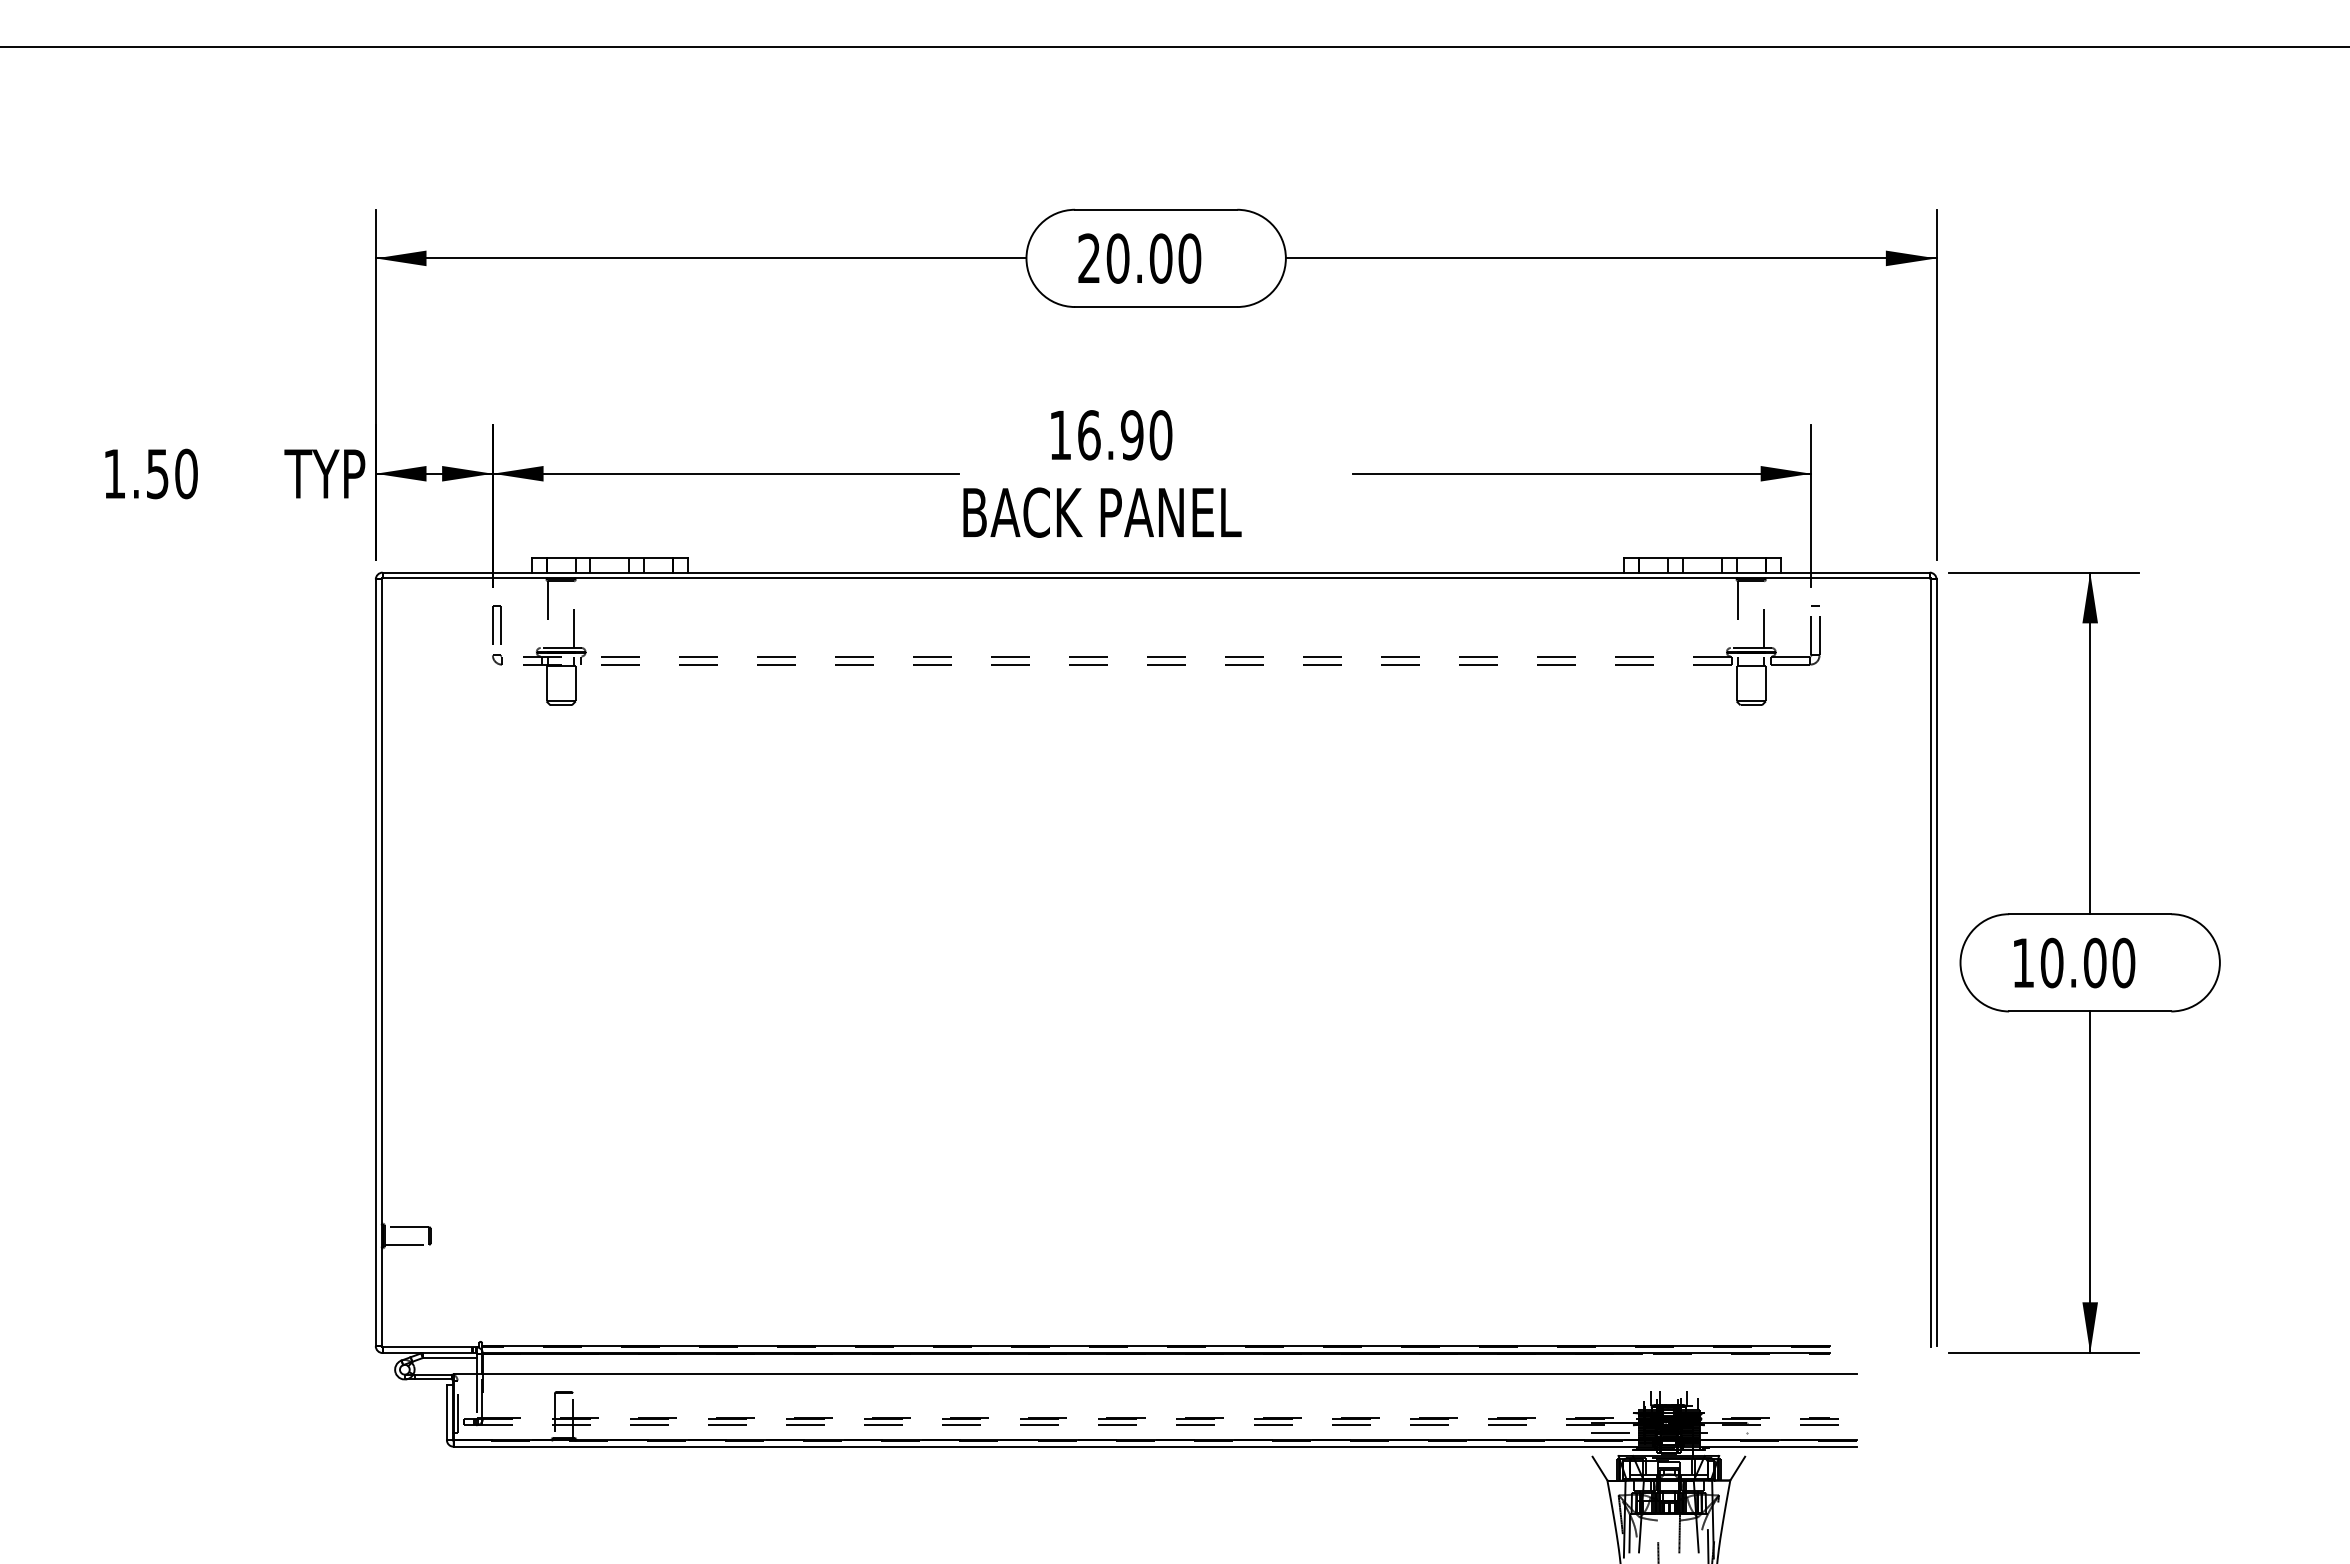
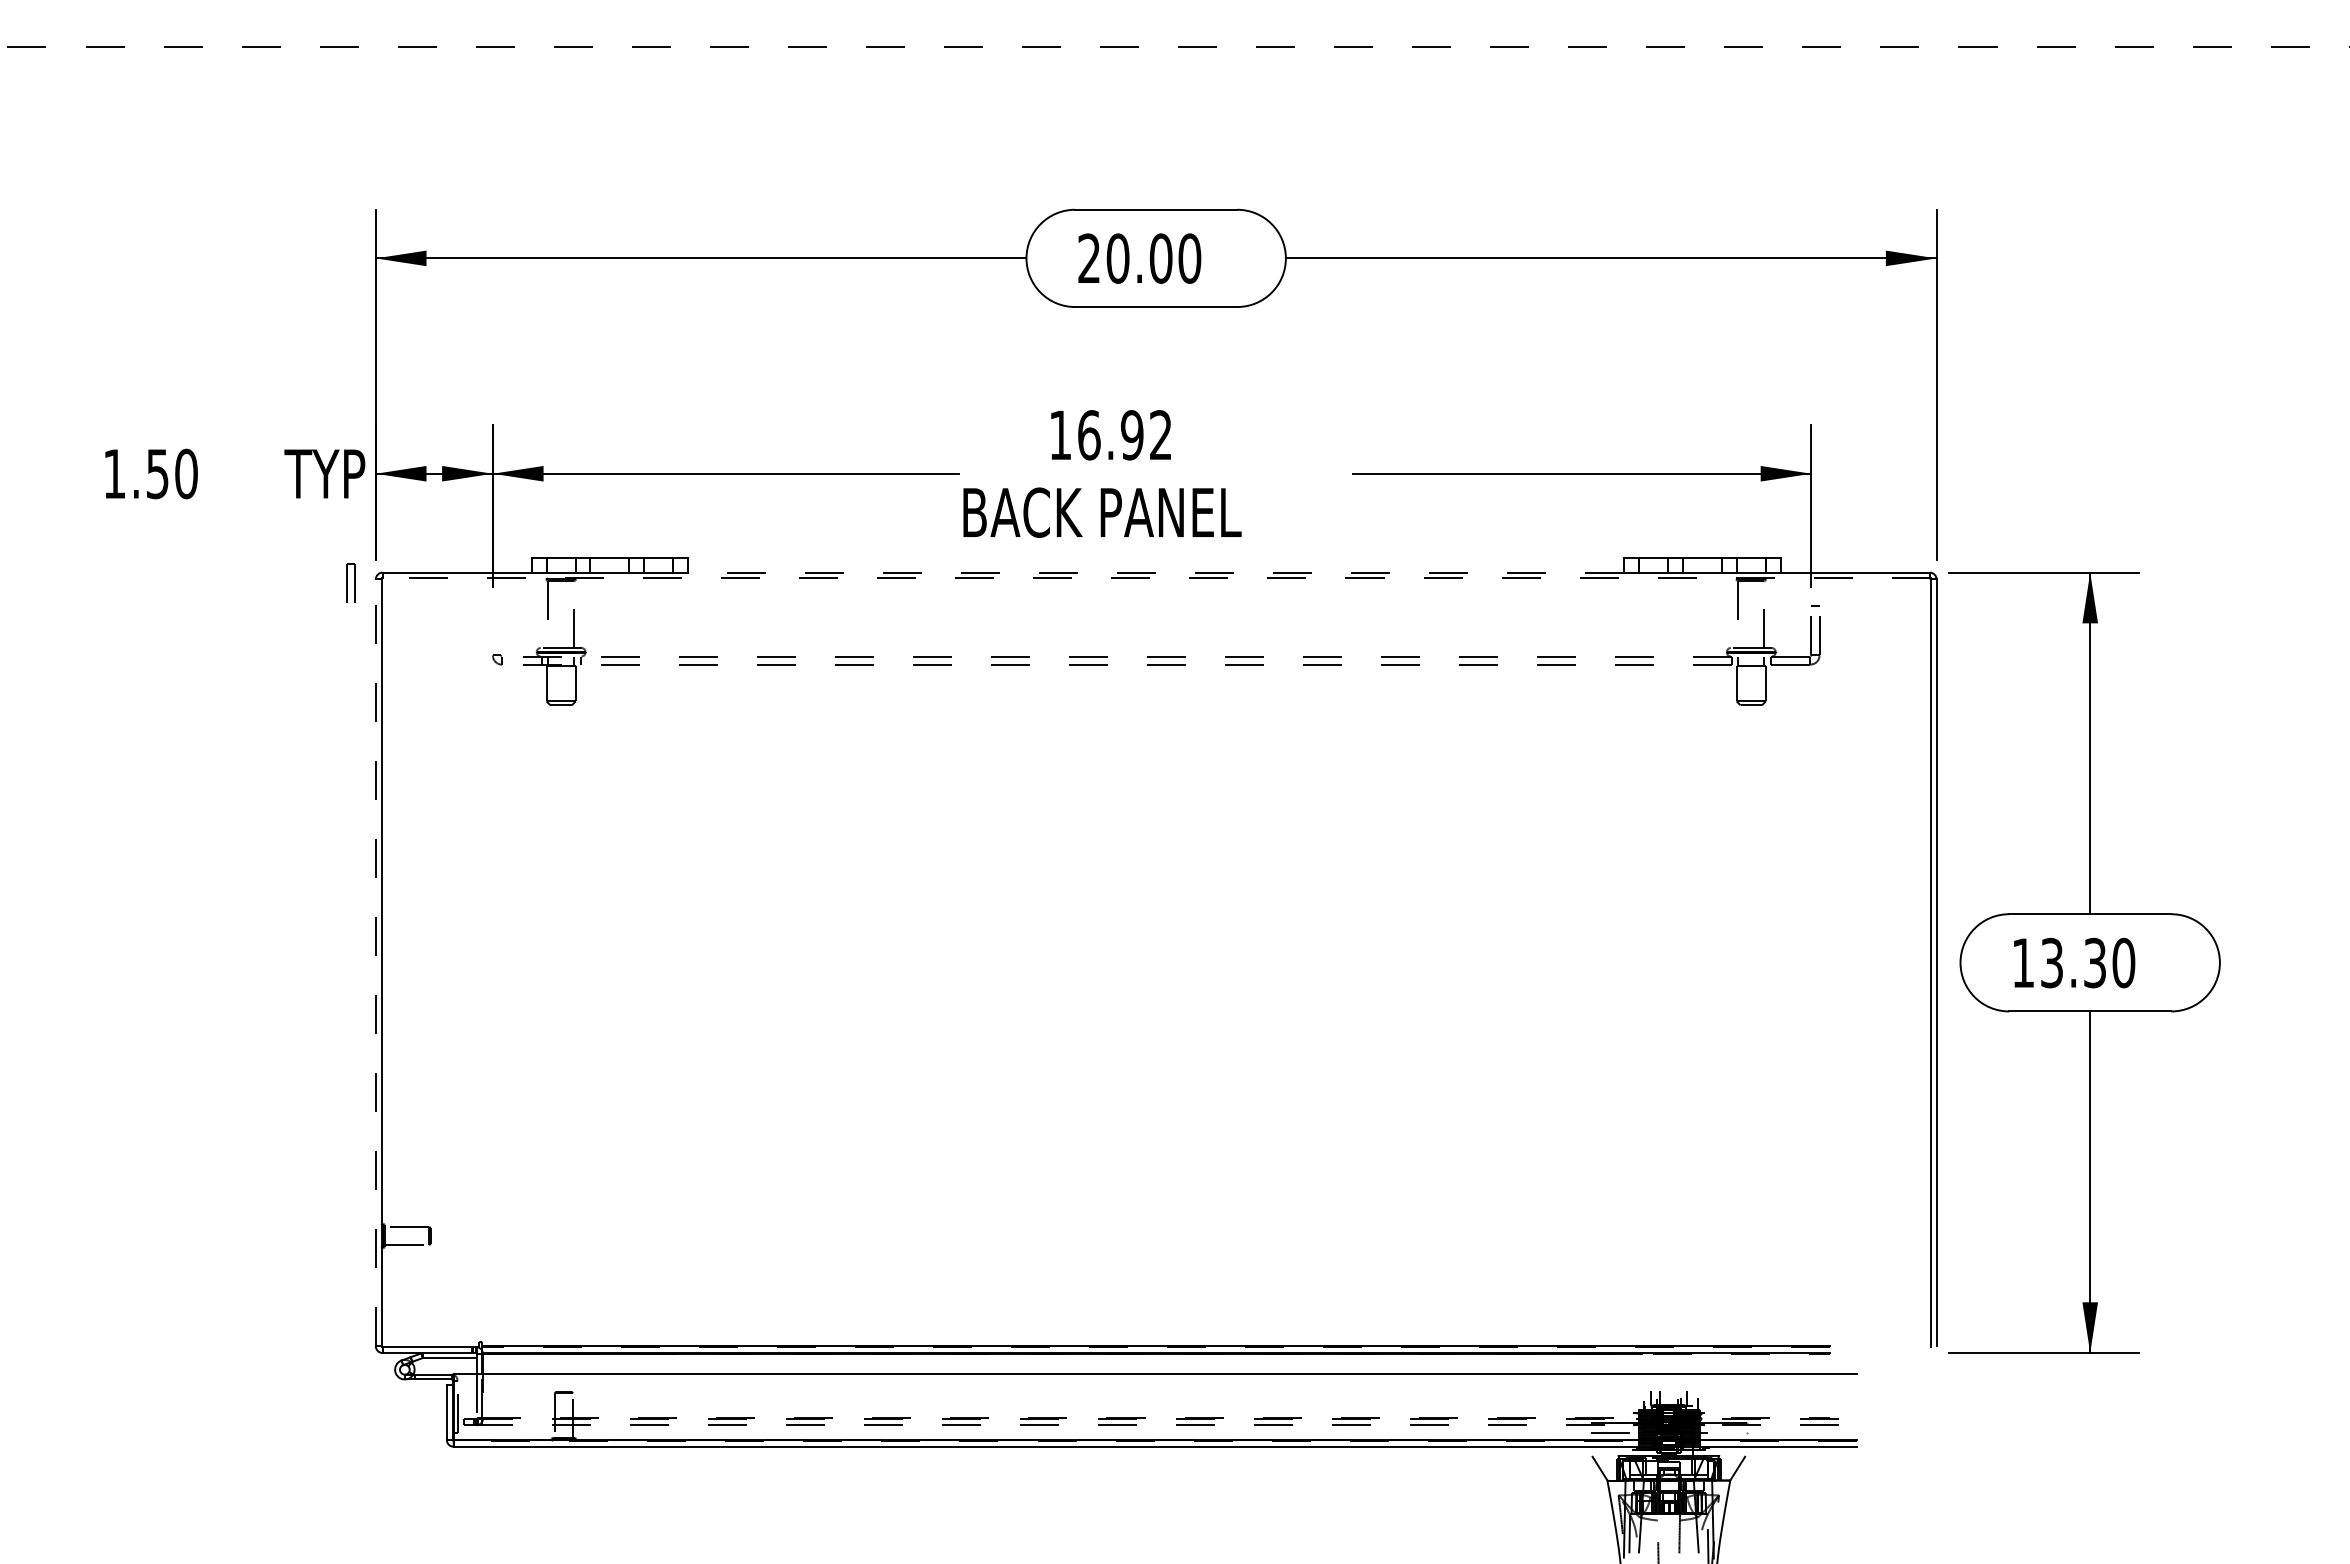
line at (1176, 46): solid -> dashed
text at (1160, 435): 16.90 -> 16.92
line at (1155, 572): solid -> dashed
line at (1156, 578): solid -> dashed
part at (496, 624) position: (496, 624) -> (350, 582)
line at (375, 962): solid -> dashed
text at (2073, 962): 10.00 -> 13.30
